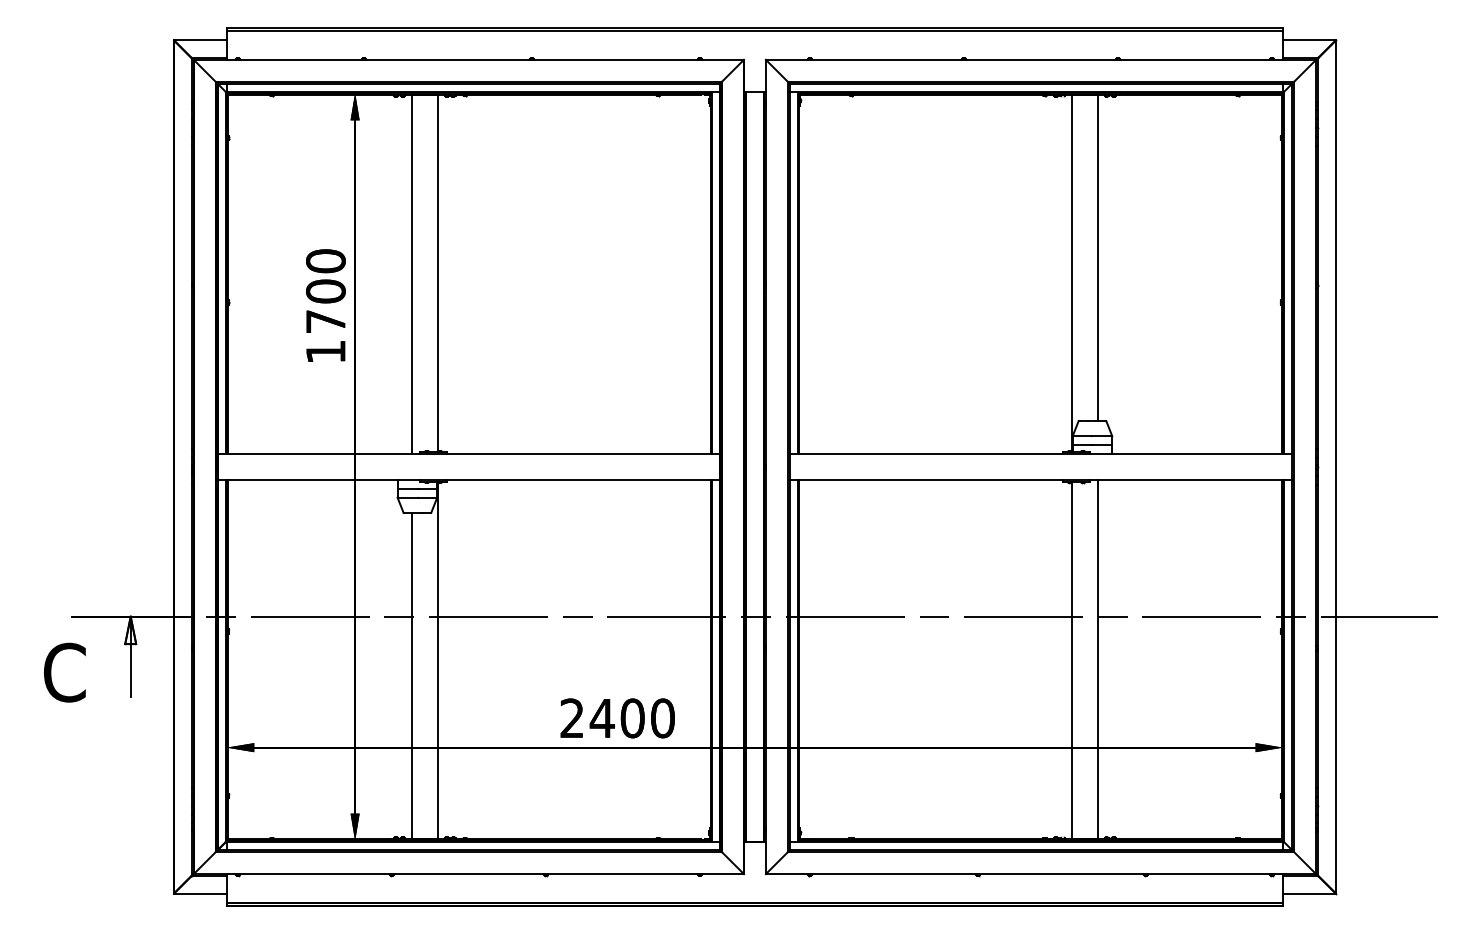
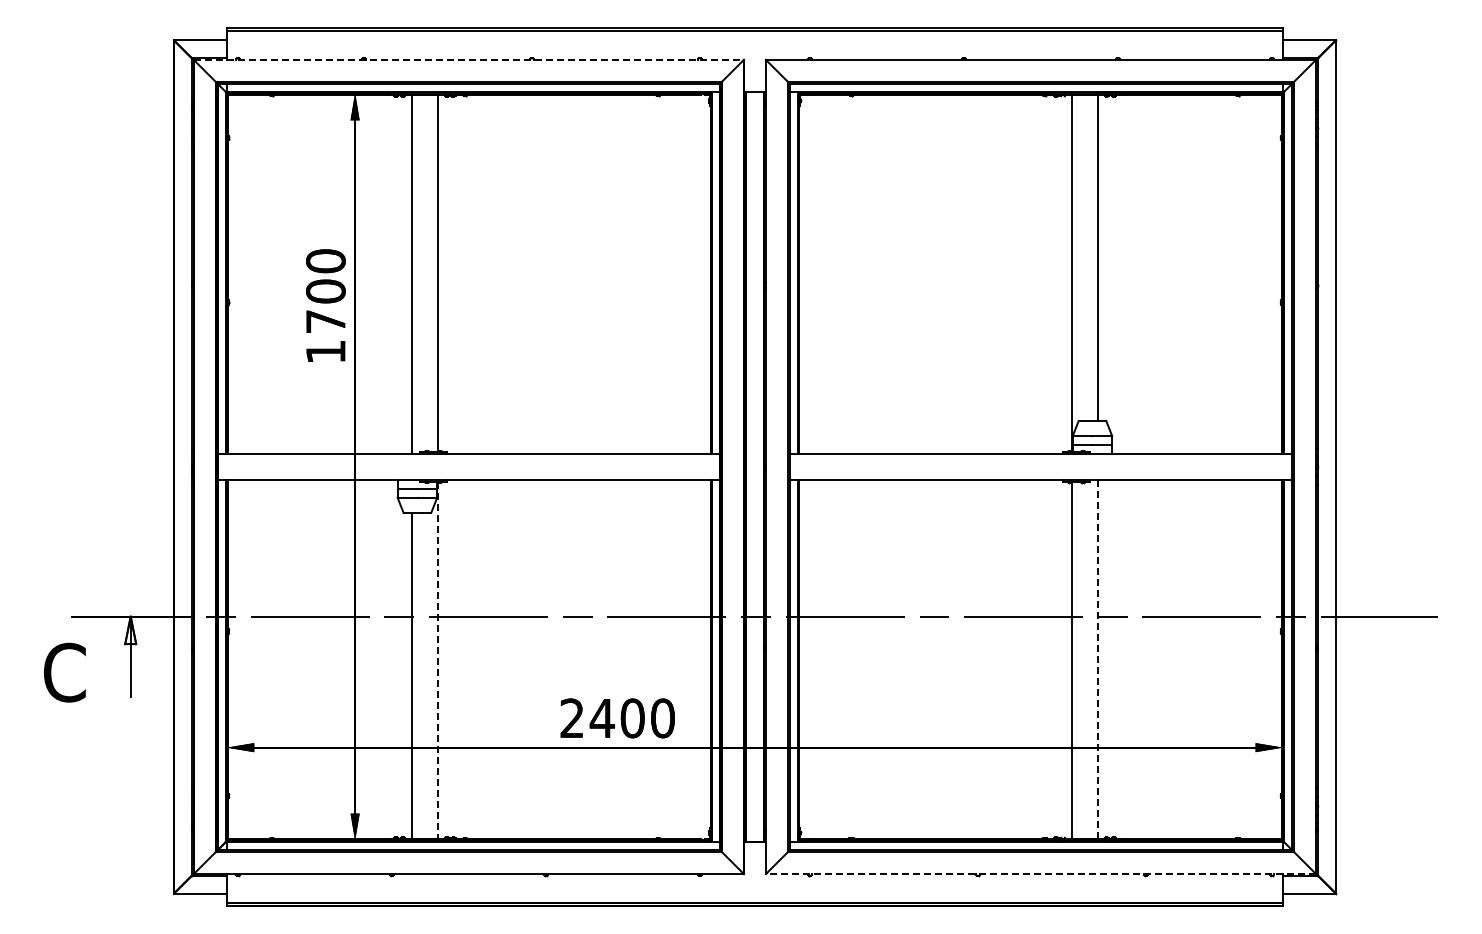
line at (469, 59): solid -> dashed
line at (1098, 659): solid -> dashed
line at (438, 661): solid -> dashed
line at (1040, 874): solid -> dashed
